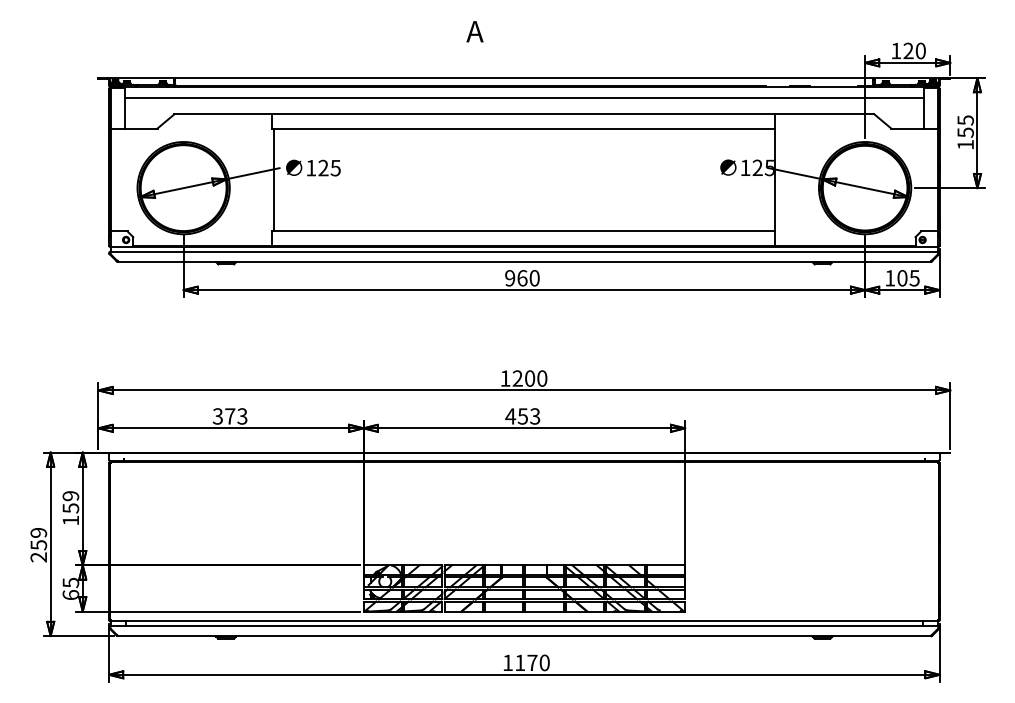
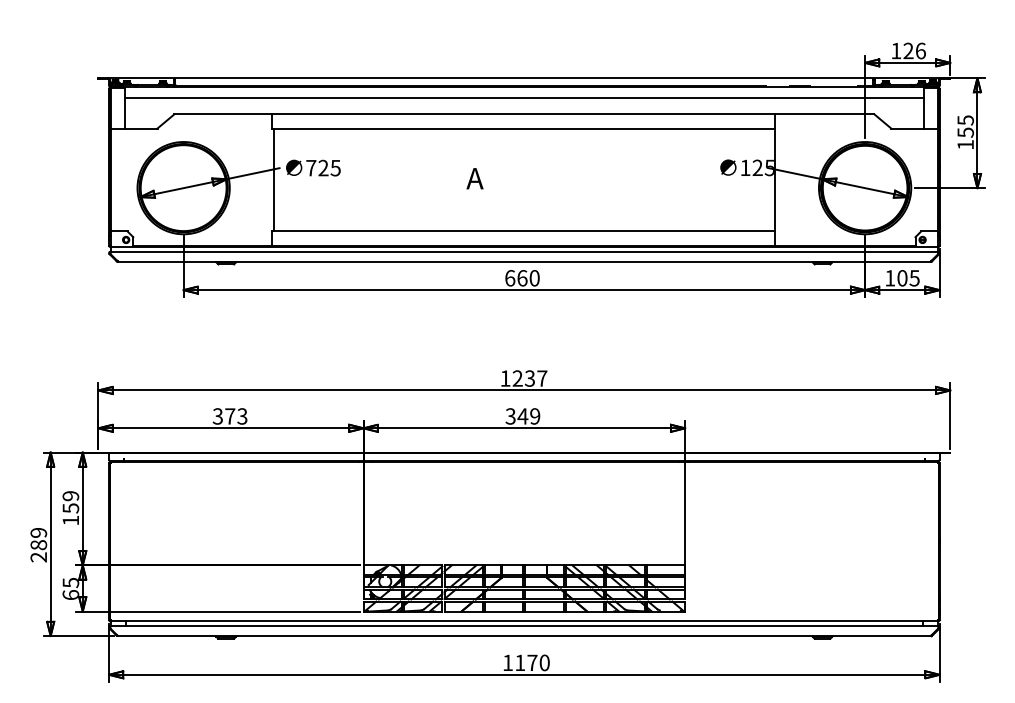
text at (474, 31) position: (474, 31) -> (474, 178)
text at (920, 50): 120 -> 126
text at (311, 168): 125 -> 725
text at (510, 278): 960 -> 660
text at (535, 378): 1200 -> 1237
text at (522, 416): 453 -> 349
text at (38, 545): 259 -> 289
